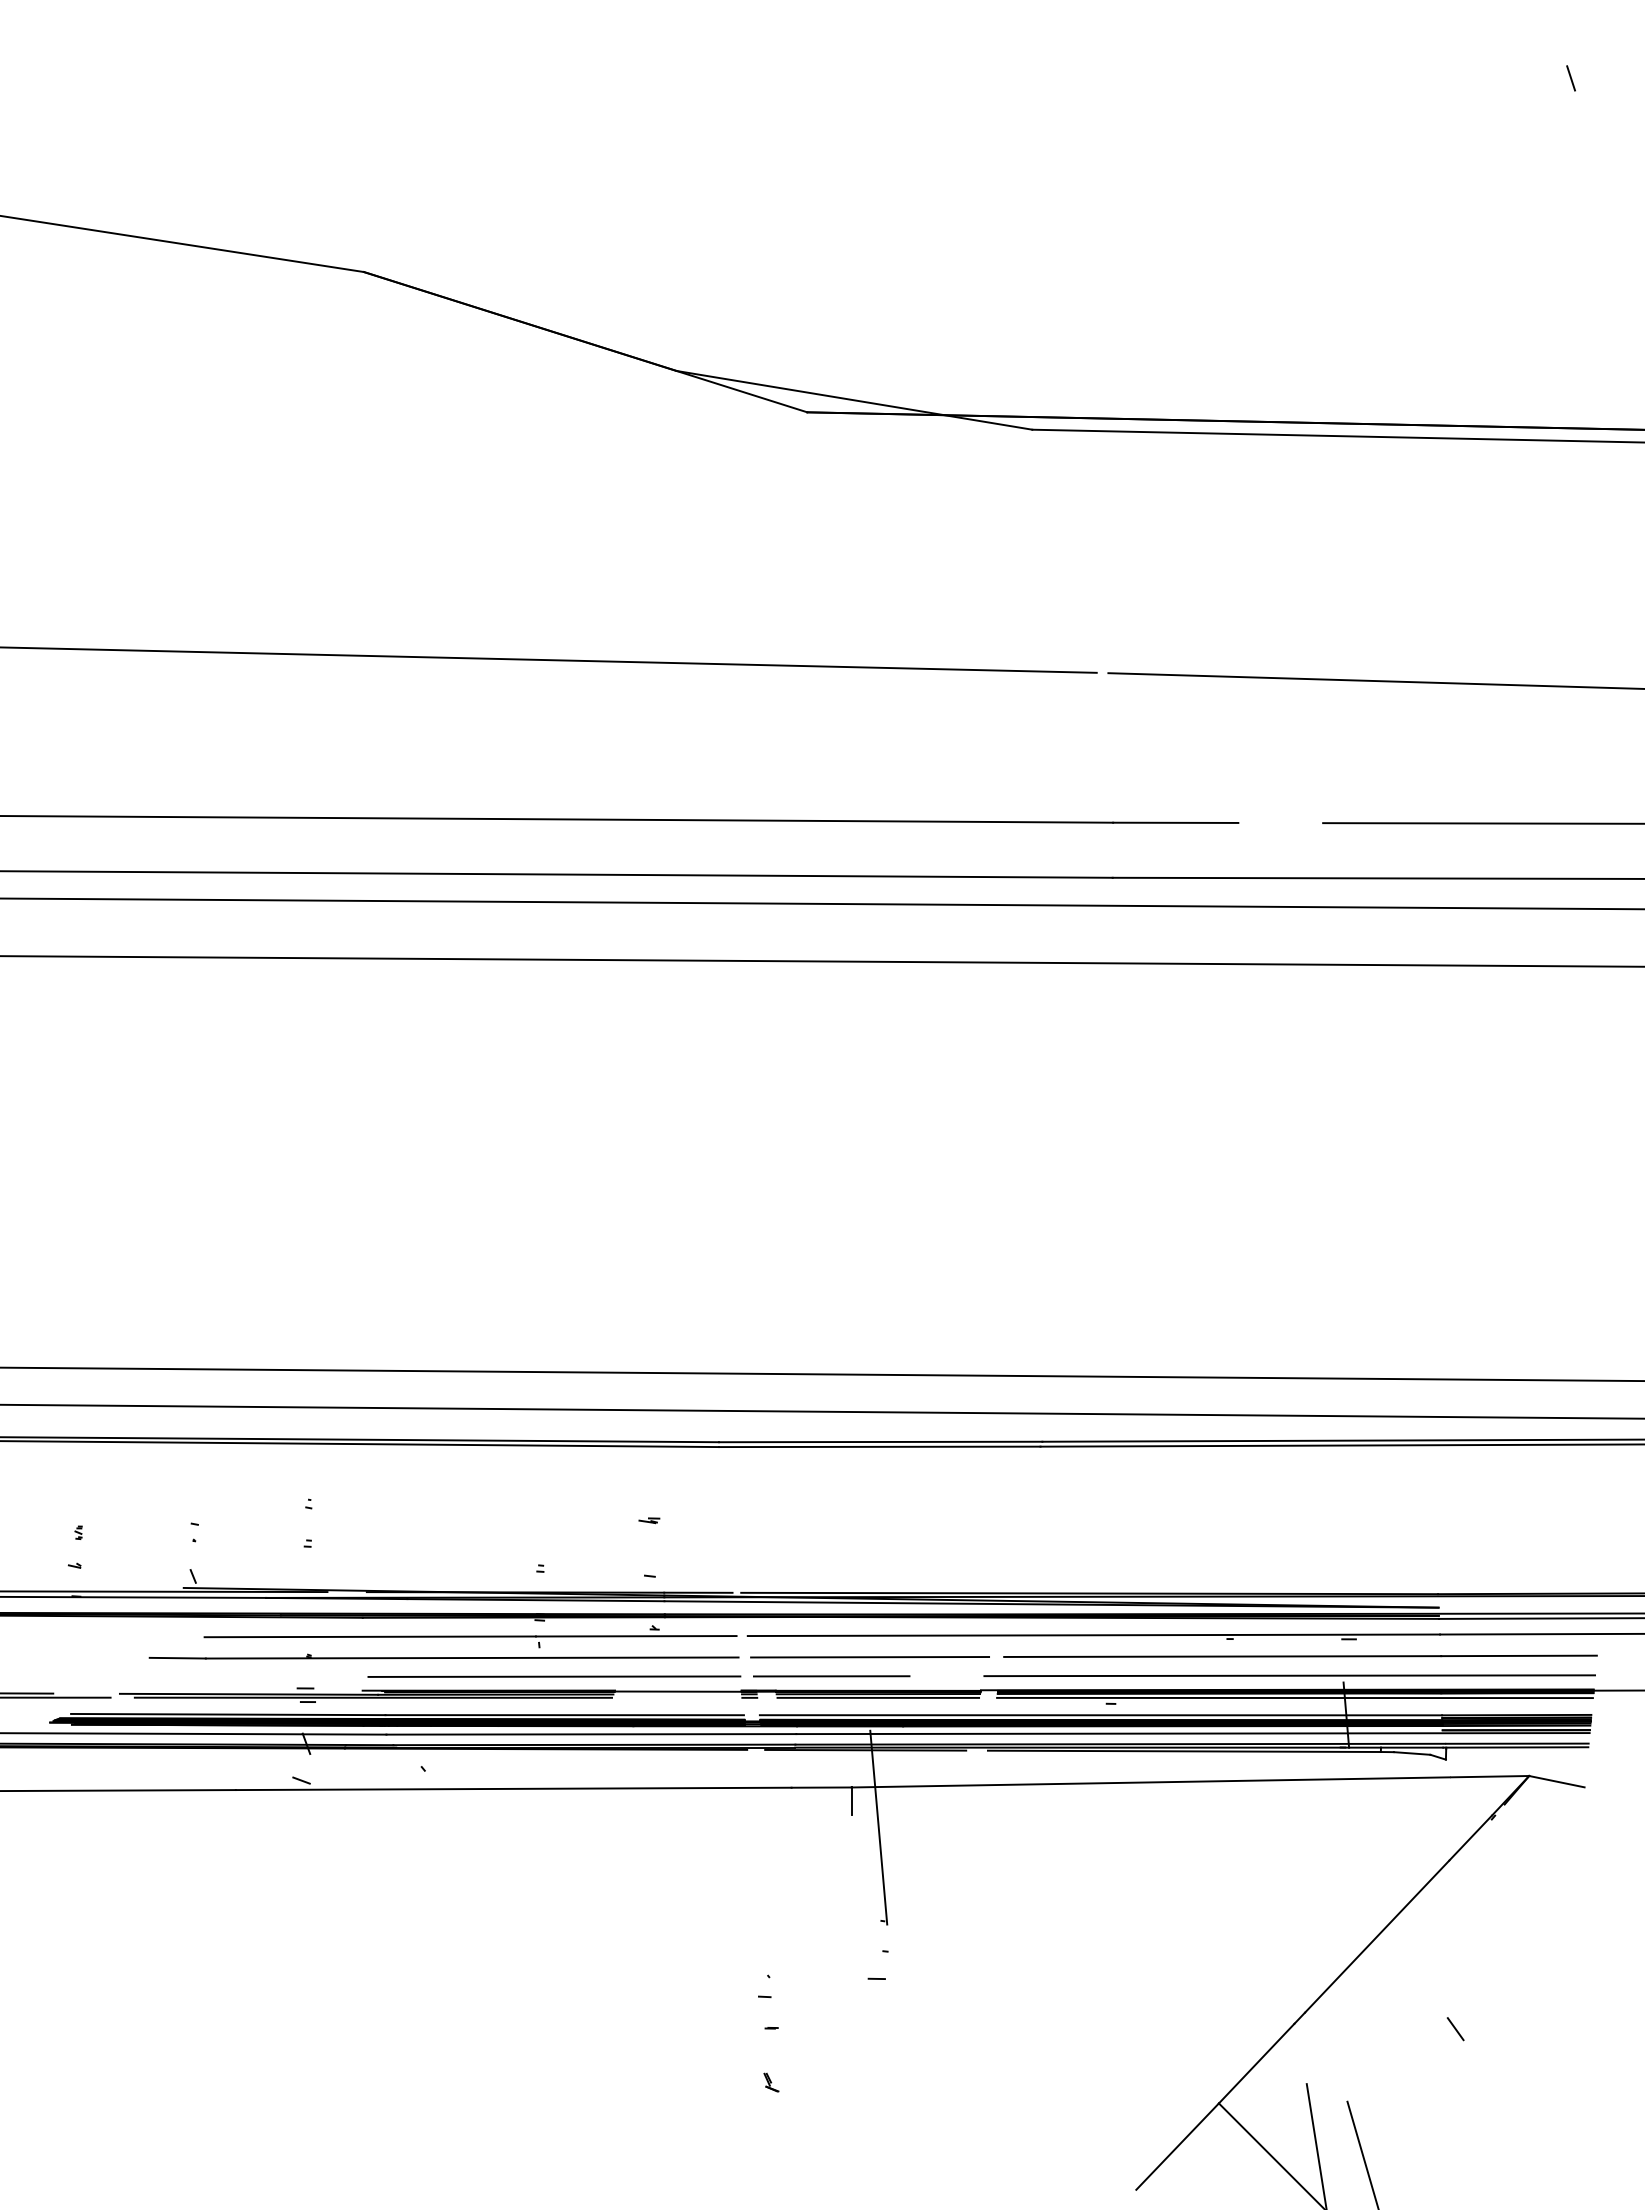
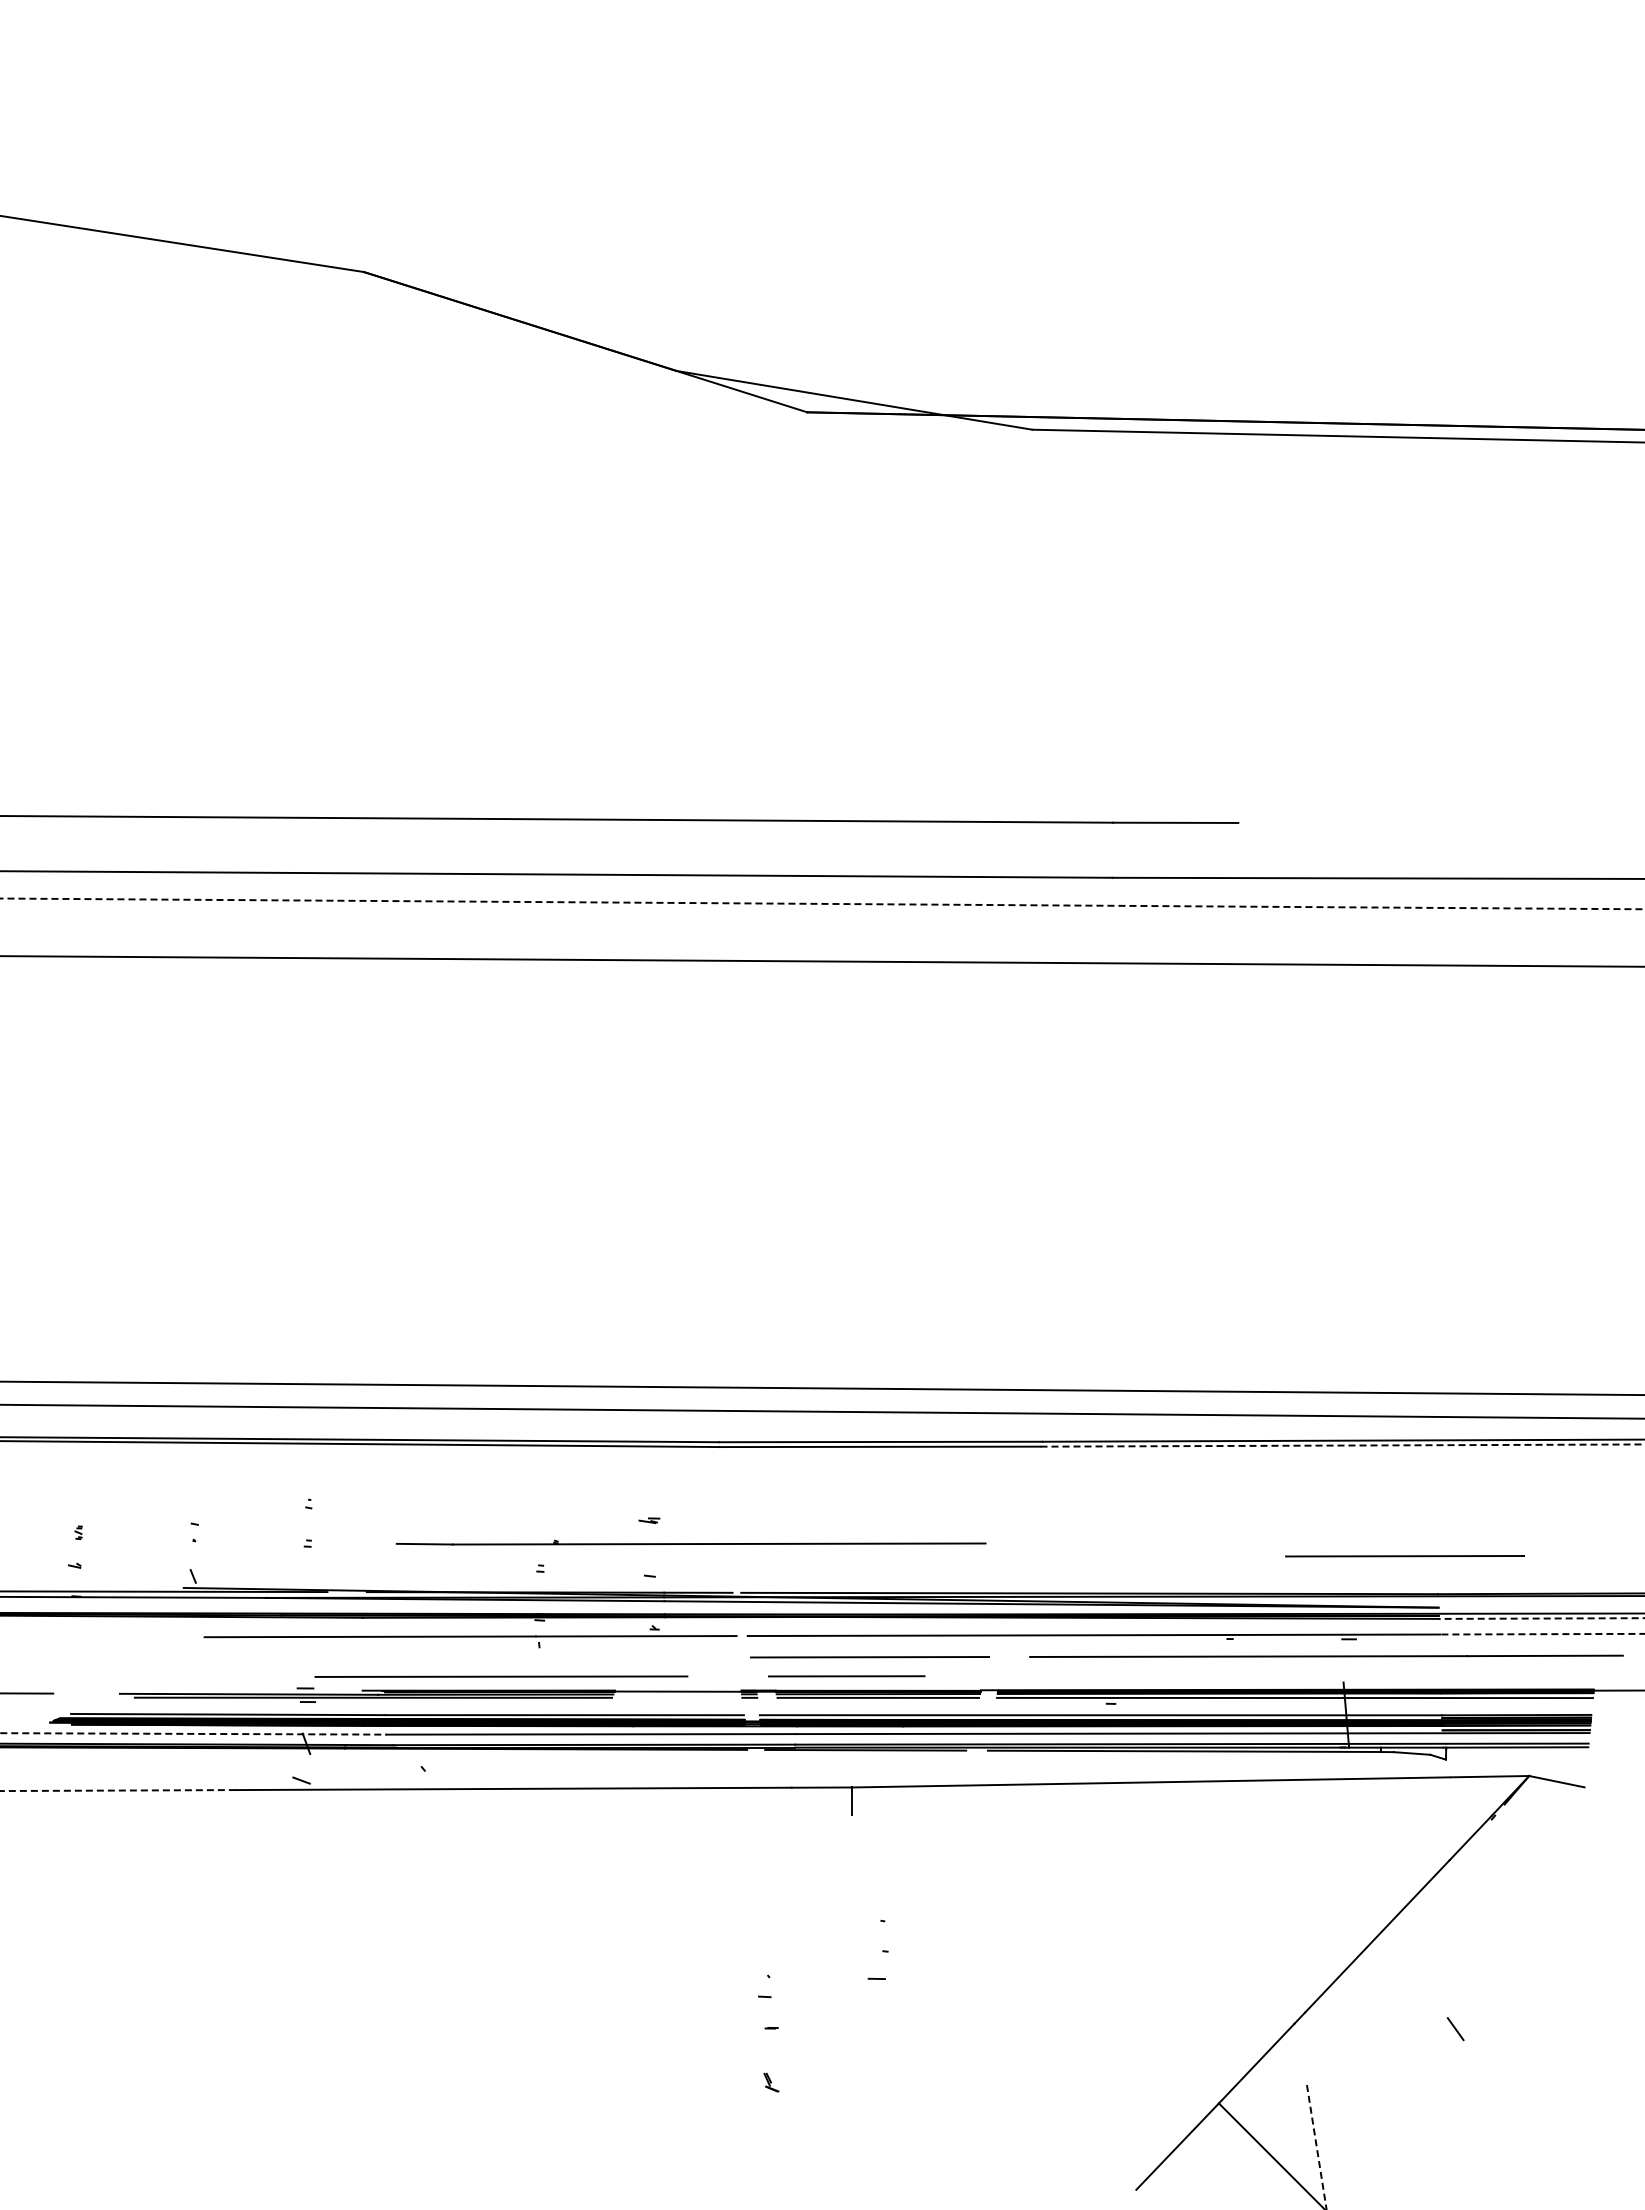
line at (1570, 78): present -> none
line at (549, 659): present -> none
line at (1374, 680): present -> none
line at (1482, 823): present -> none
line at (822, 903): solid -> dashed
line at (821, 1374) position: (821, 1374) -> (821, 1388)
line at (1342, 1445): solid -> dashed
line at (1404, 1556): none -> present
line at (1541, 1618): solid -> dashed
line at (1541, 1634): solid -> dashed
line at (1300, 1655) position: (1300, 1655) -> (1326, 1655)
part at (443, 1656) position: (443, 1656) -> (690, 1542)
line at (1289, 1675): present -> none
line at (554, 1676) position: (554, 1676) -> (501, 1676)
line at (831, 1676) position: (831, 1676) -> (846, 1676)
line at (56, 1697): present -> none
line at (193, 1733): solid -> dashed
line at (117, 1790): solid -> dashed
line at (878, 1827): present -> none
line at (1316, 2146): solid -> dashed
line at (1362, 2153): present -> none
